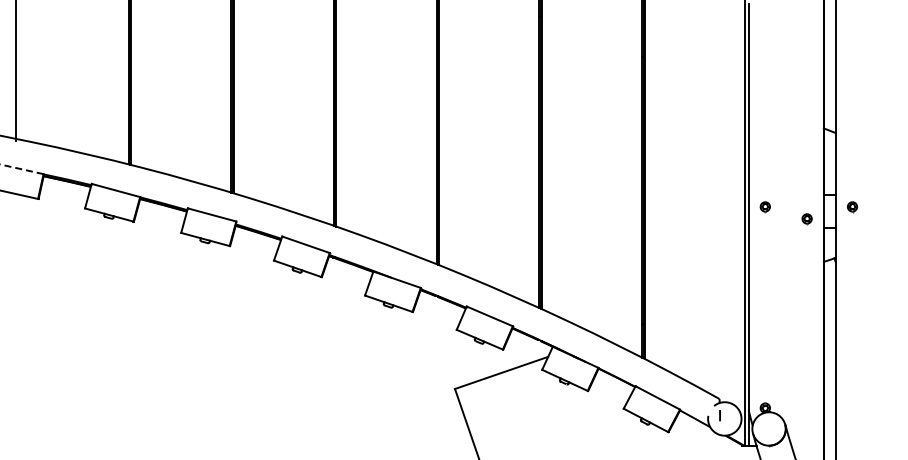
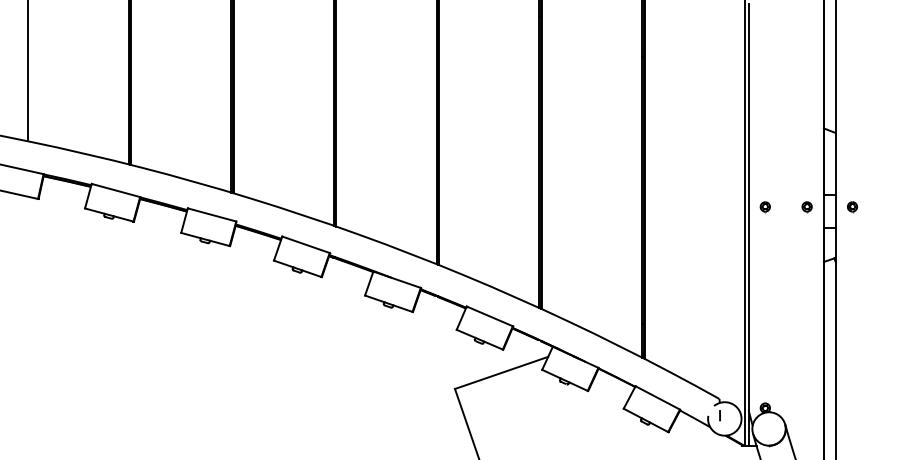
line at (16, 71) position: (16, 71) -> (28, 71)
line at (21, 169): dashed -> solid
part at (806, 219) position: (806, 219) -> (806, 207)
